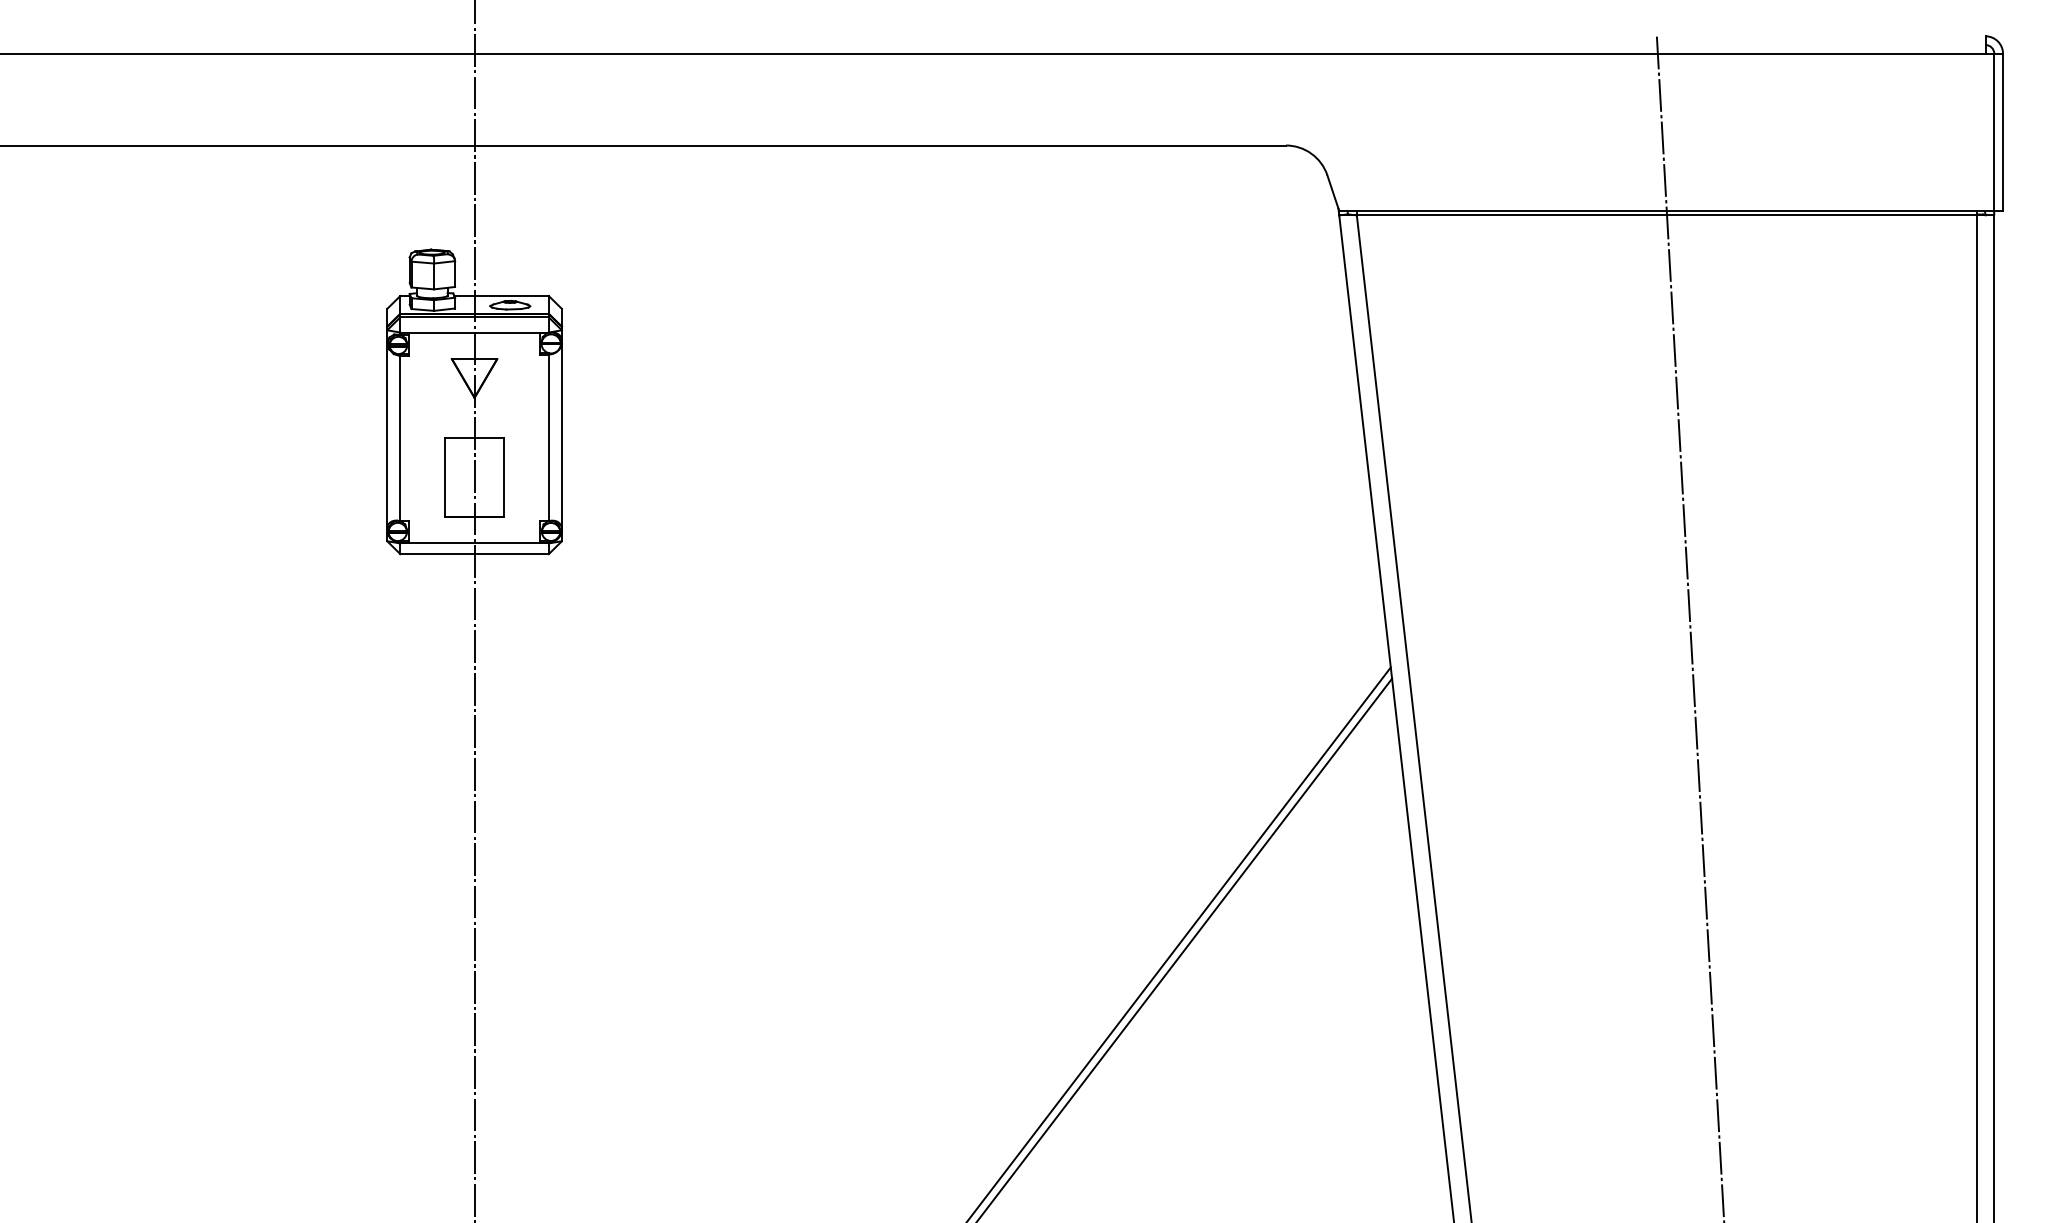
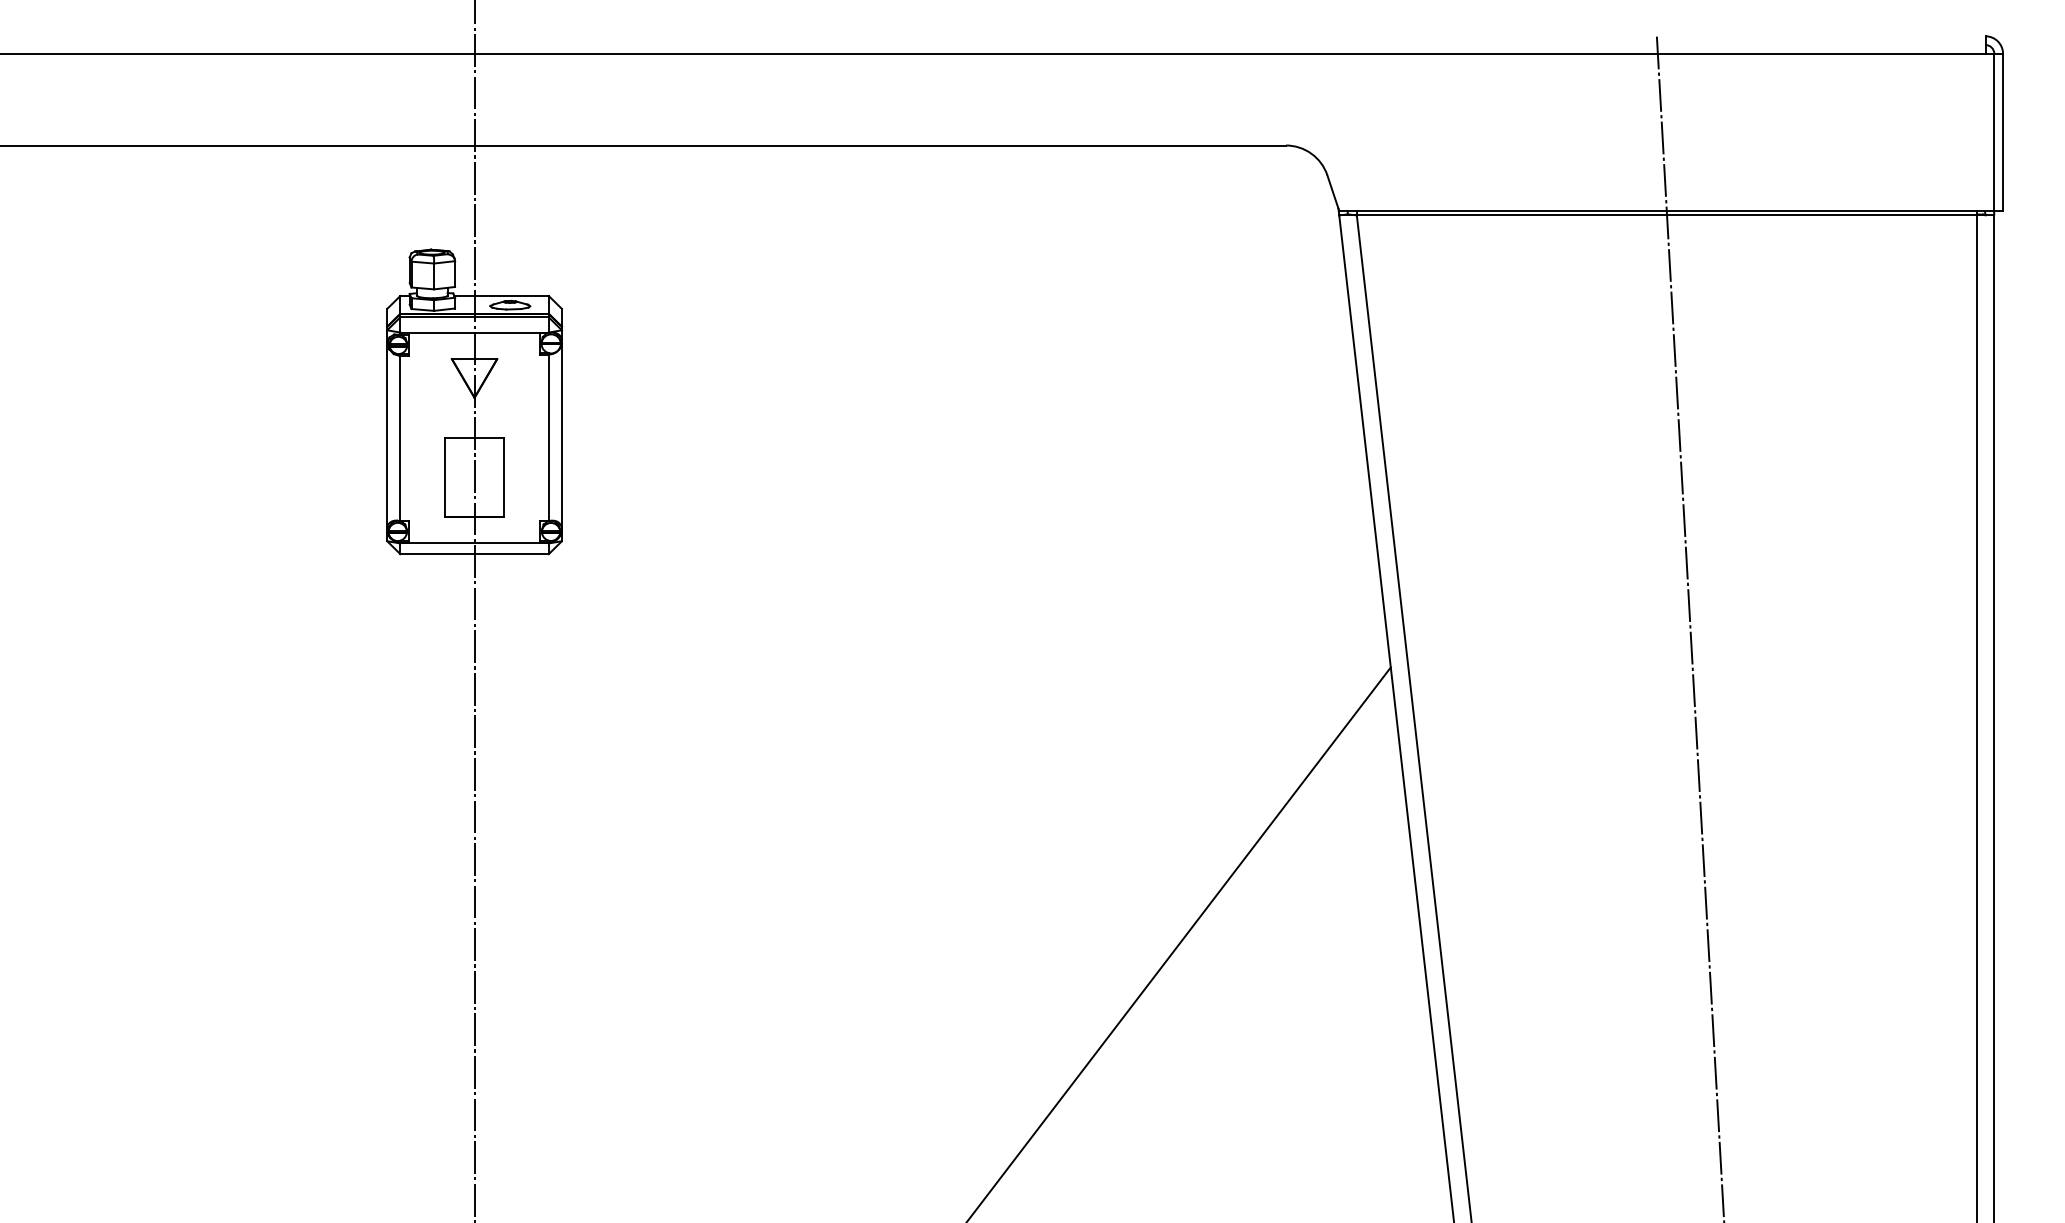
line at (1185, 948): present -> none
